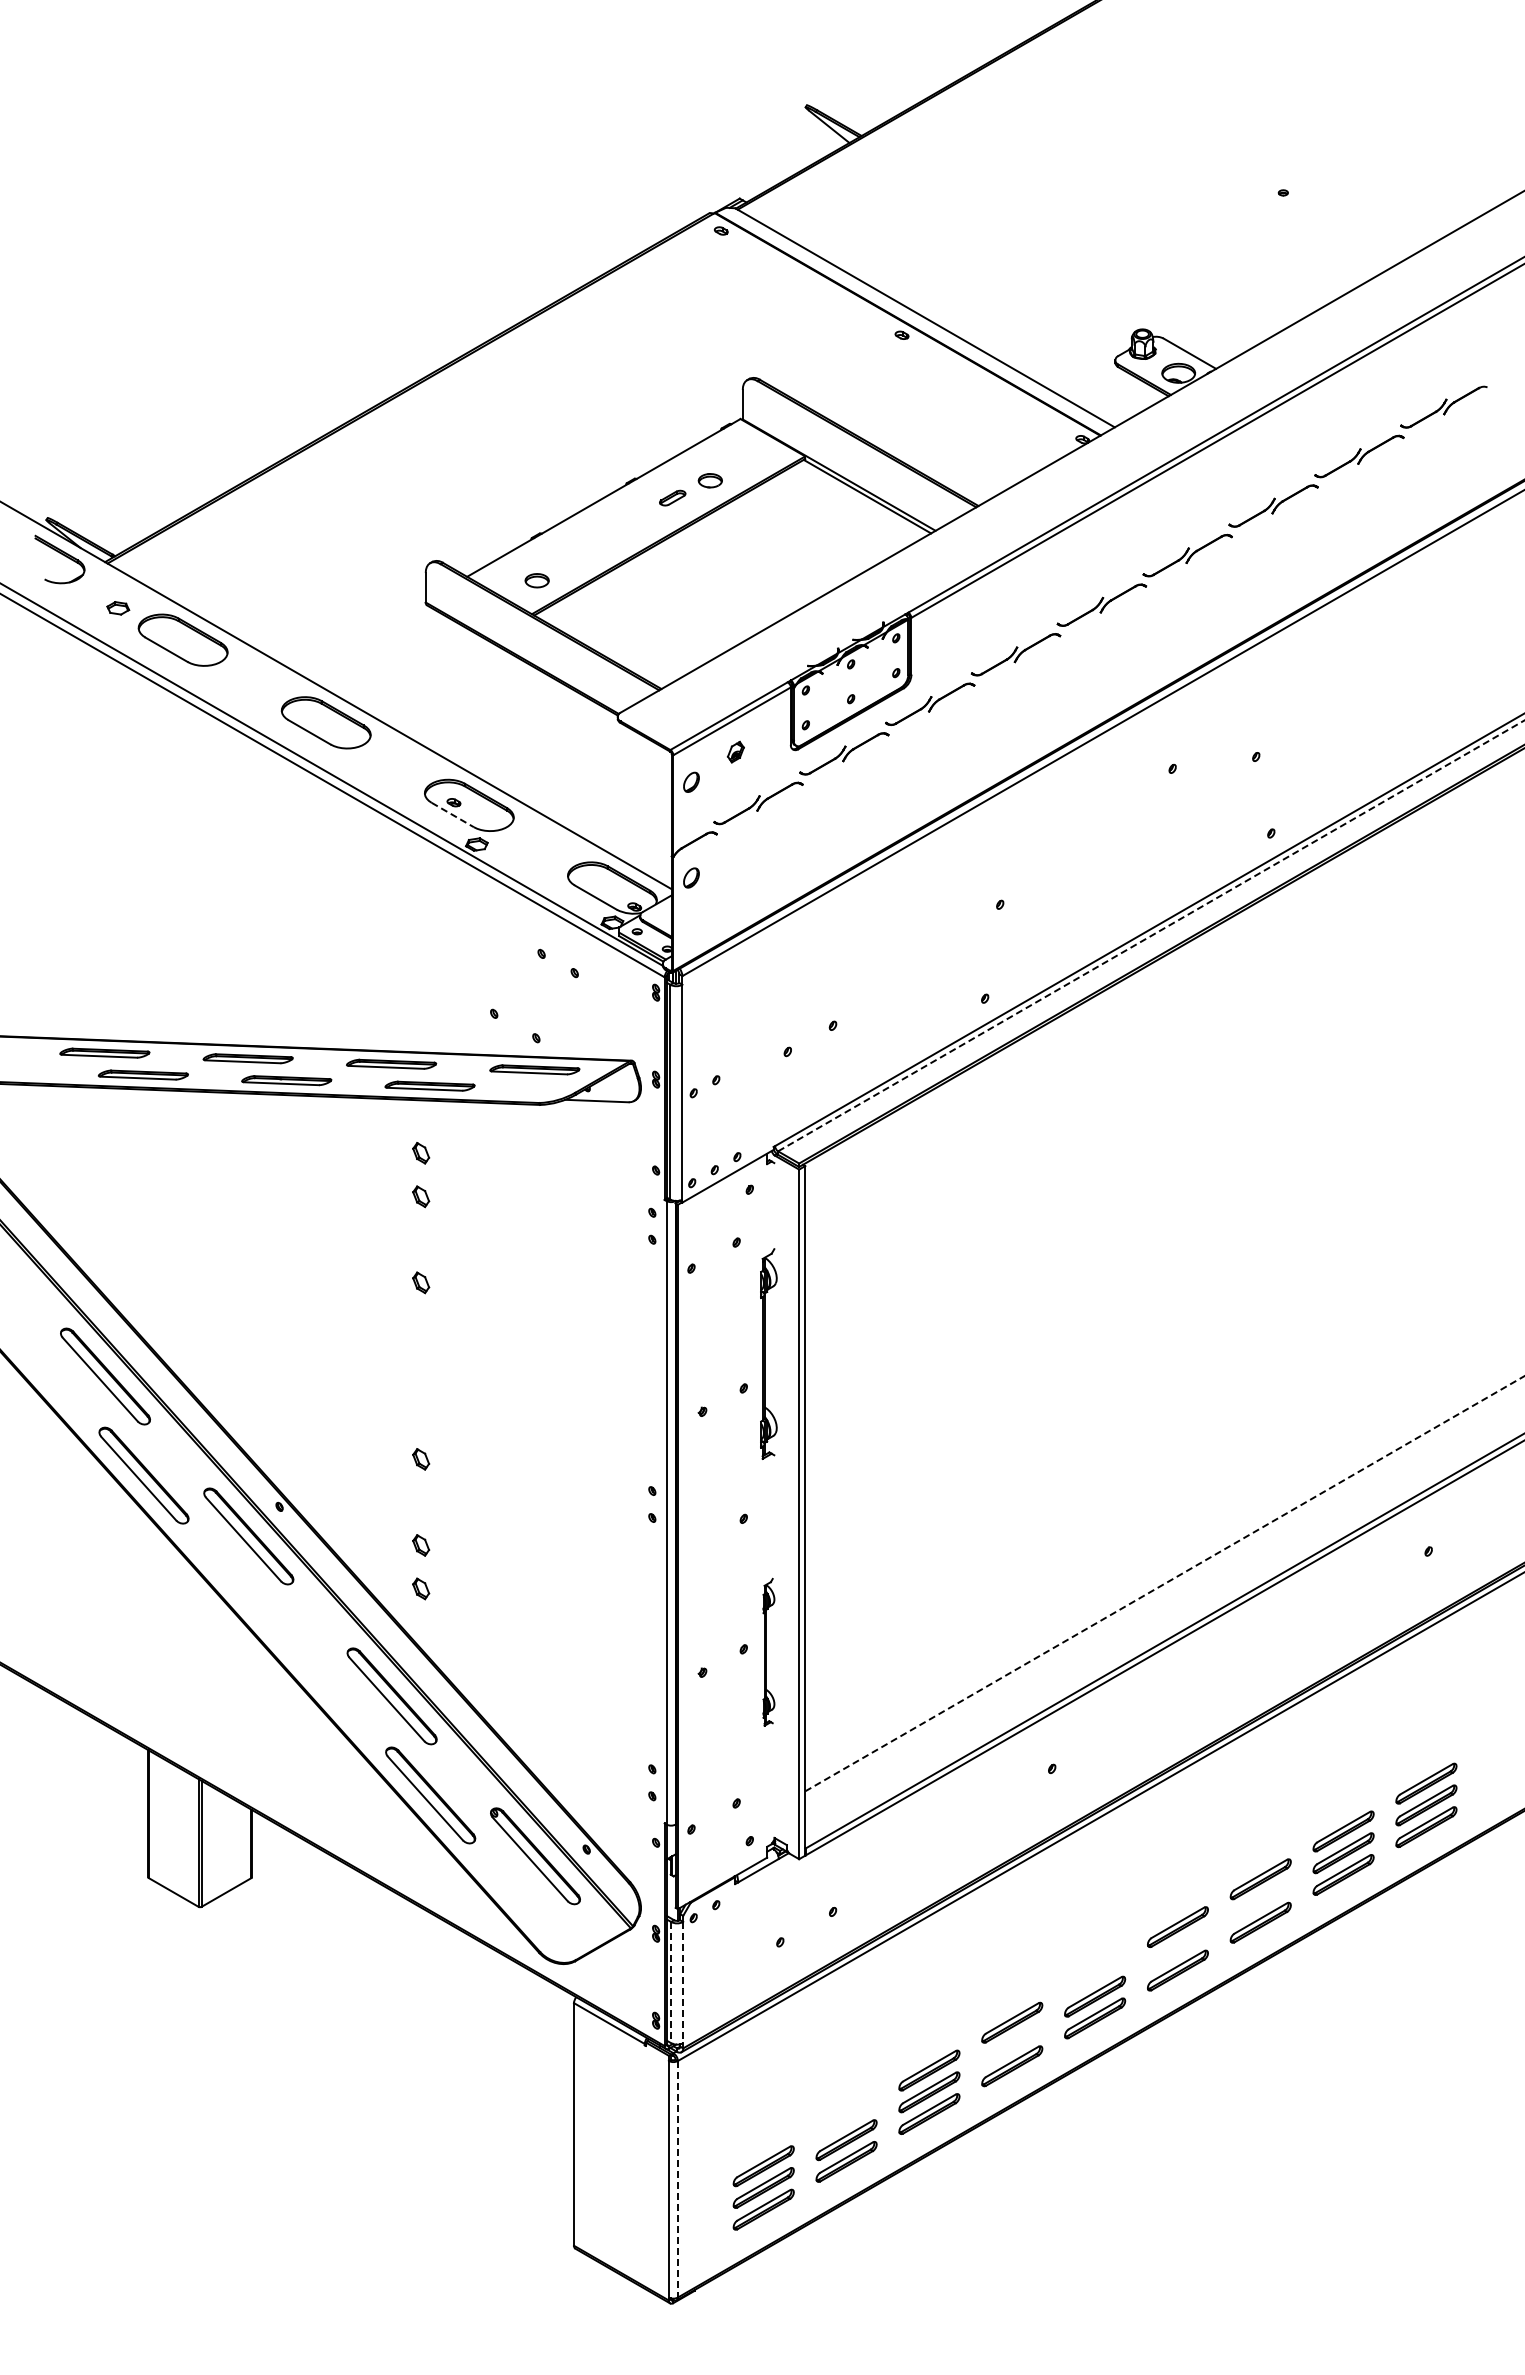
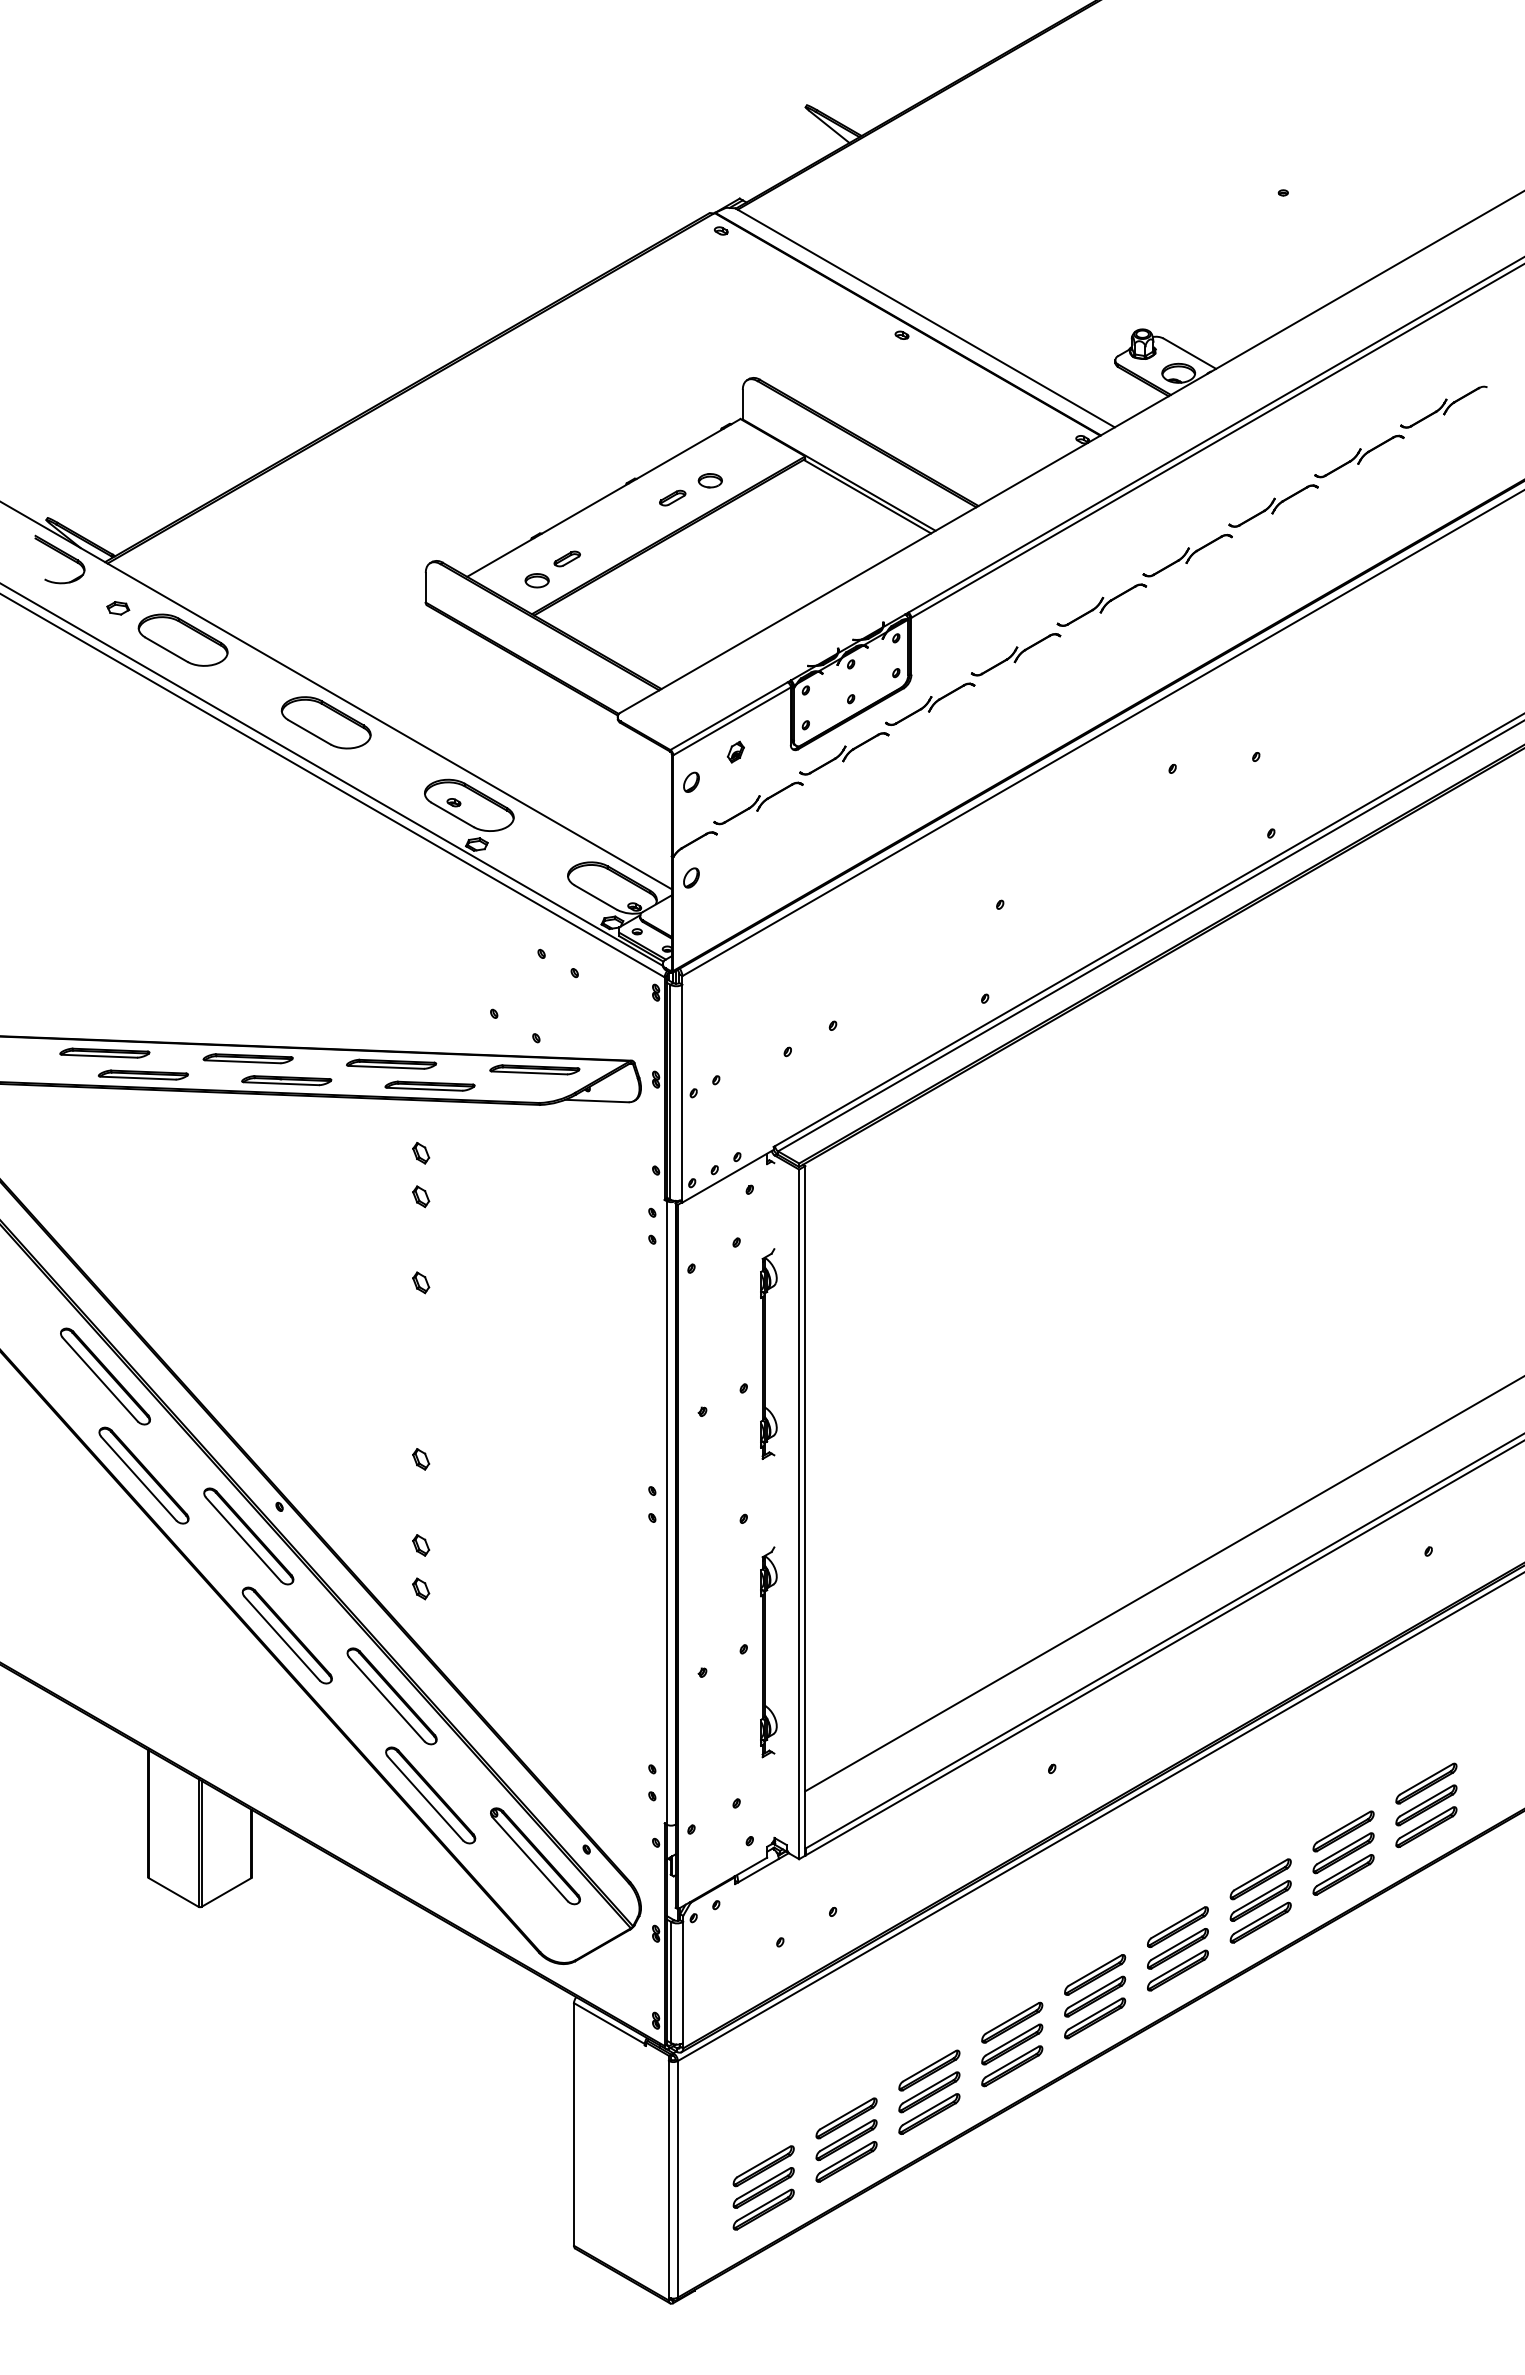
part at (566, 558): none -> present
line at (453, 815): dashed -> solid
line at (1151, 935): dashed -> solid
line at (1165, 1583): dashed -> solid
part at (286, 1635): none -> present
part at (768, 1651) size: 14x150 px -> 18x213 px
part at (1260, 1900): none -> present
part at (1177, 1948): none -> present
part at (1095, 1974): none -> present
line at (671, 1982): dashed -> solid
line at (683, 1982): dashed -> solid
part at (1012, 2044): none -> present
part at (846, 2118): none -> present
line at (677, 2179): dashed -> solid
